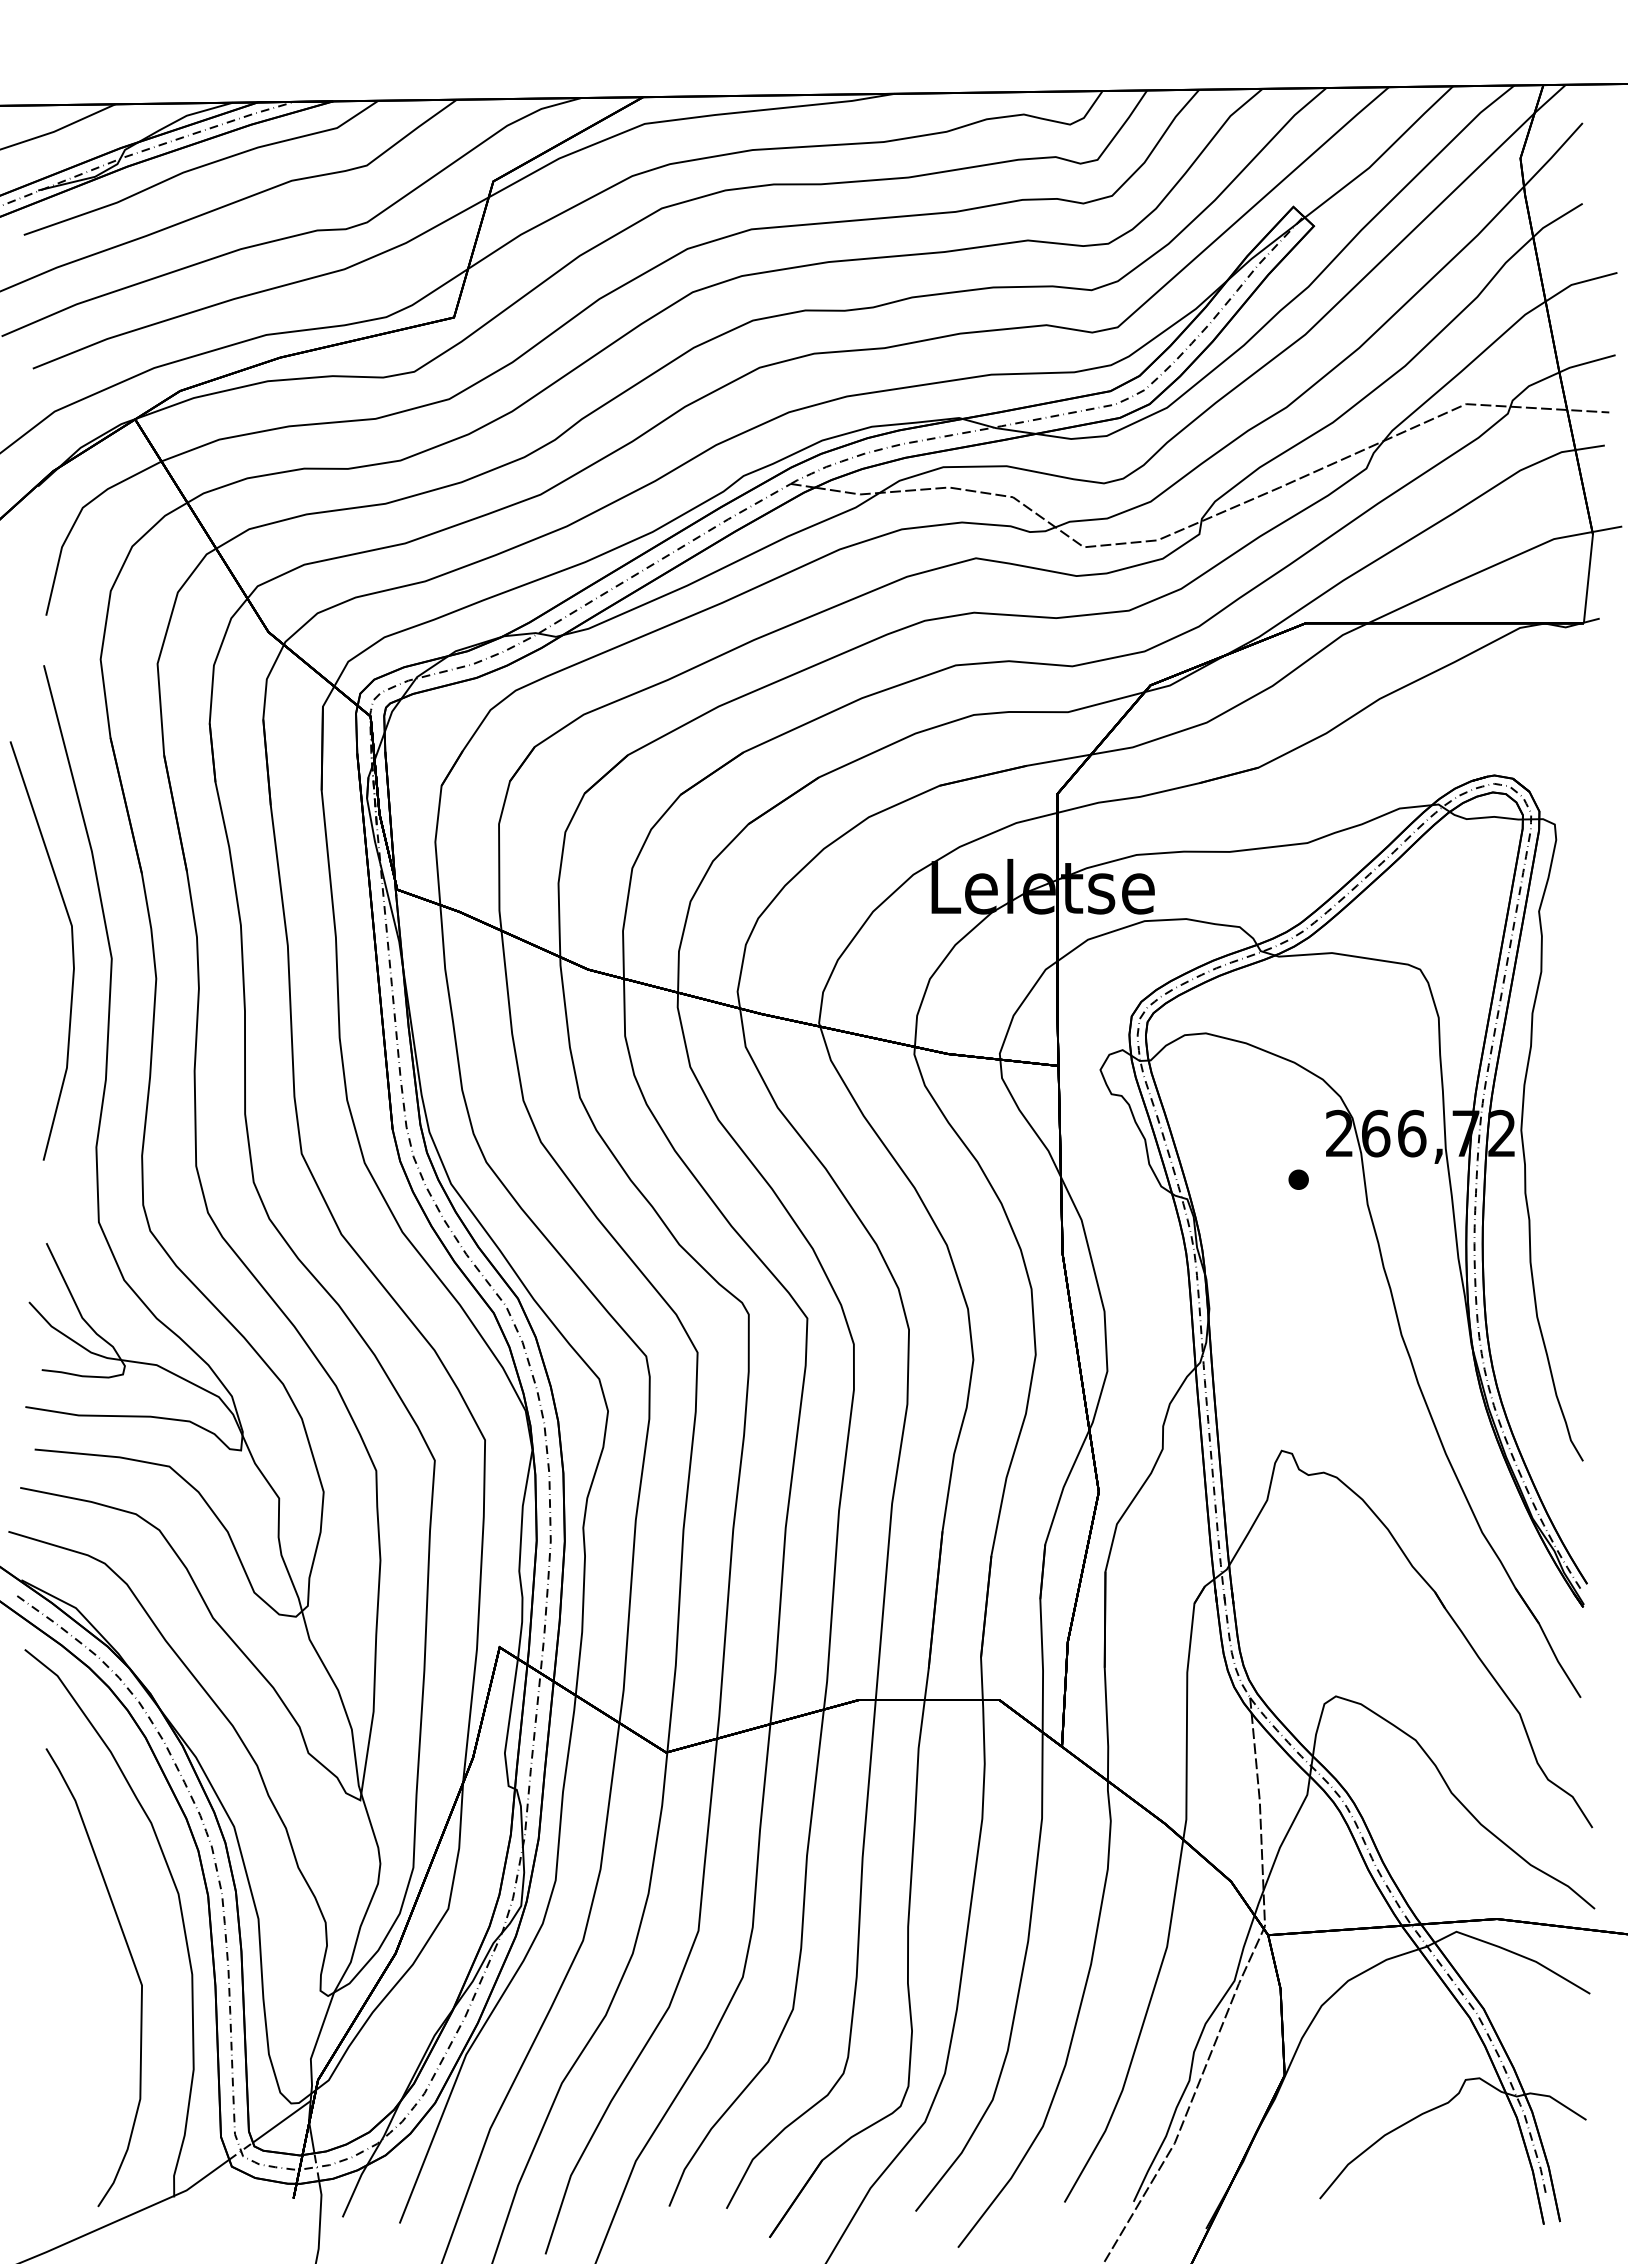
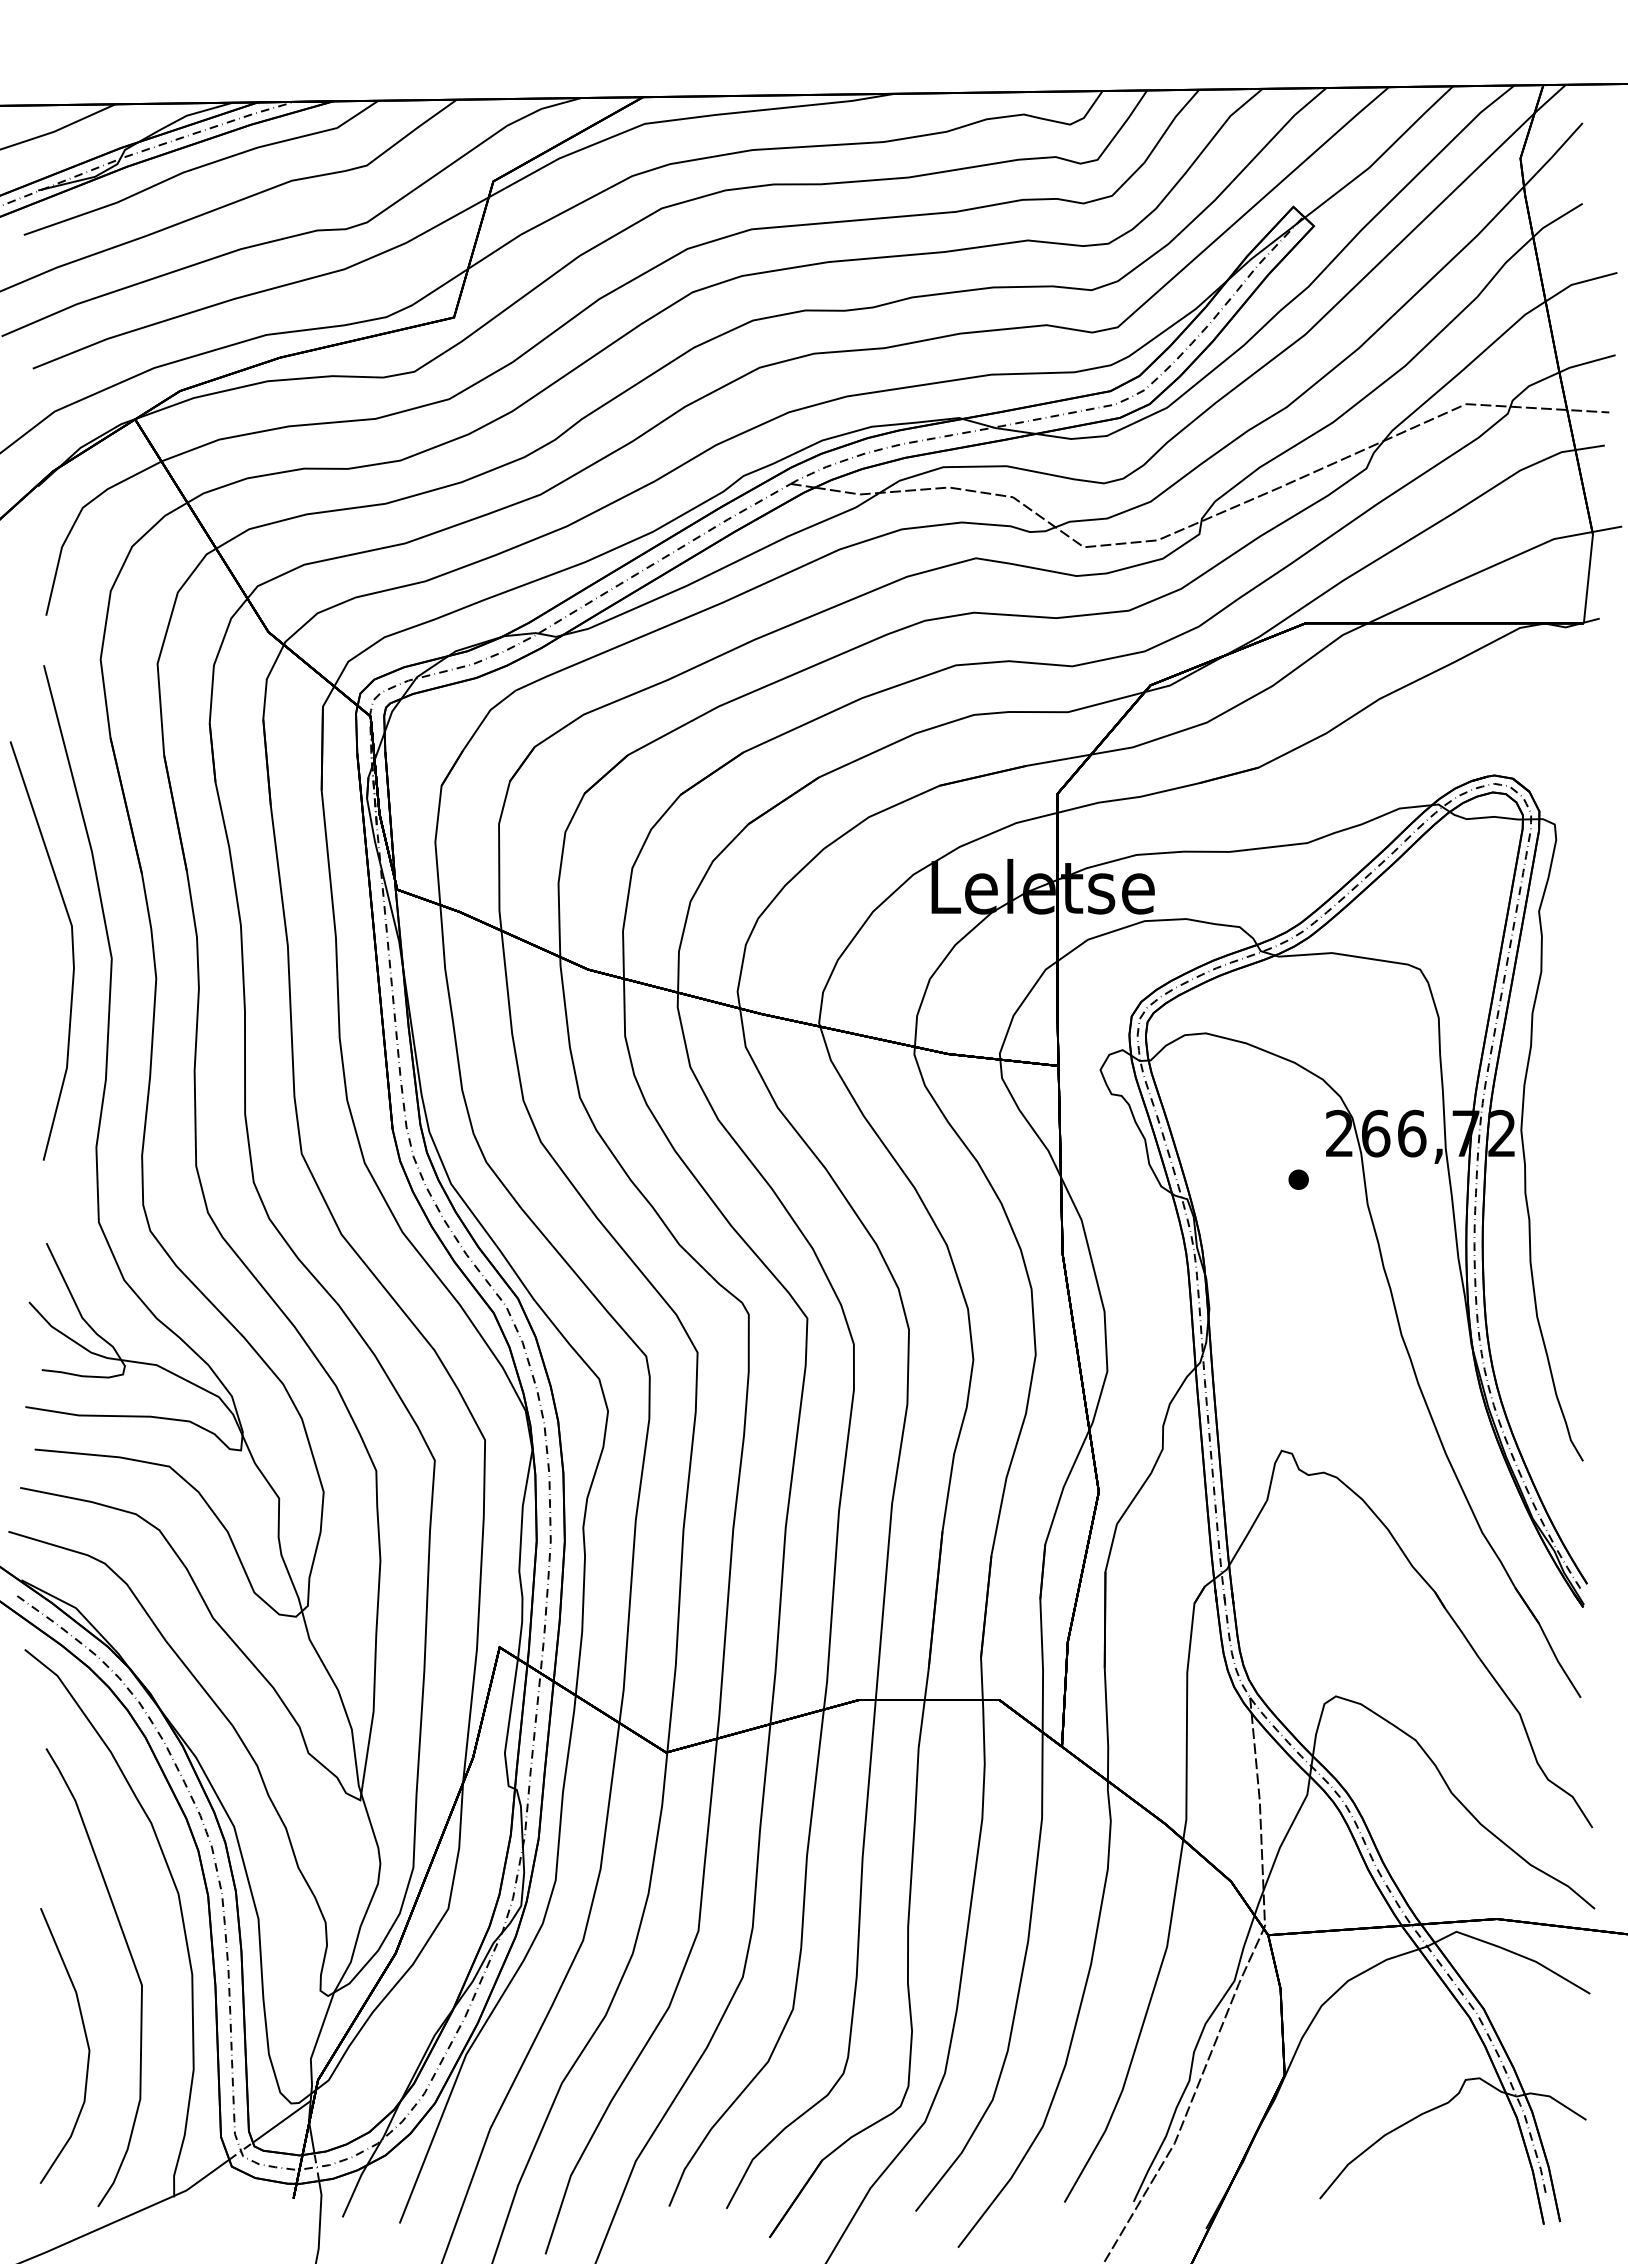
curve at (85, 2038): none -> present
